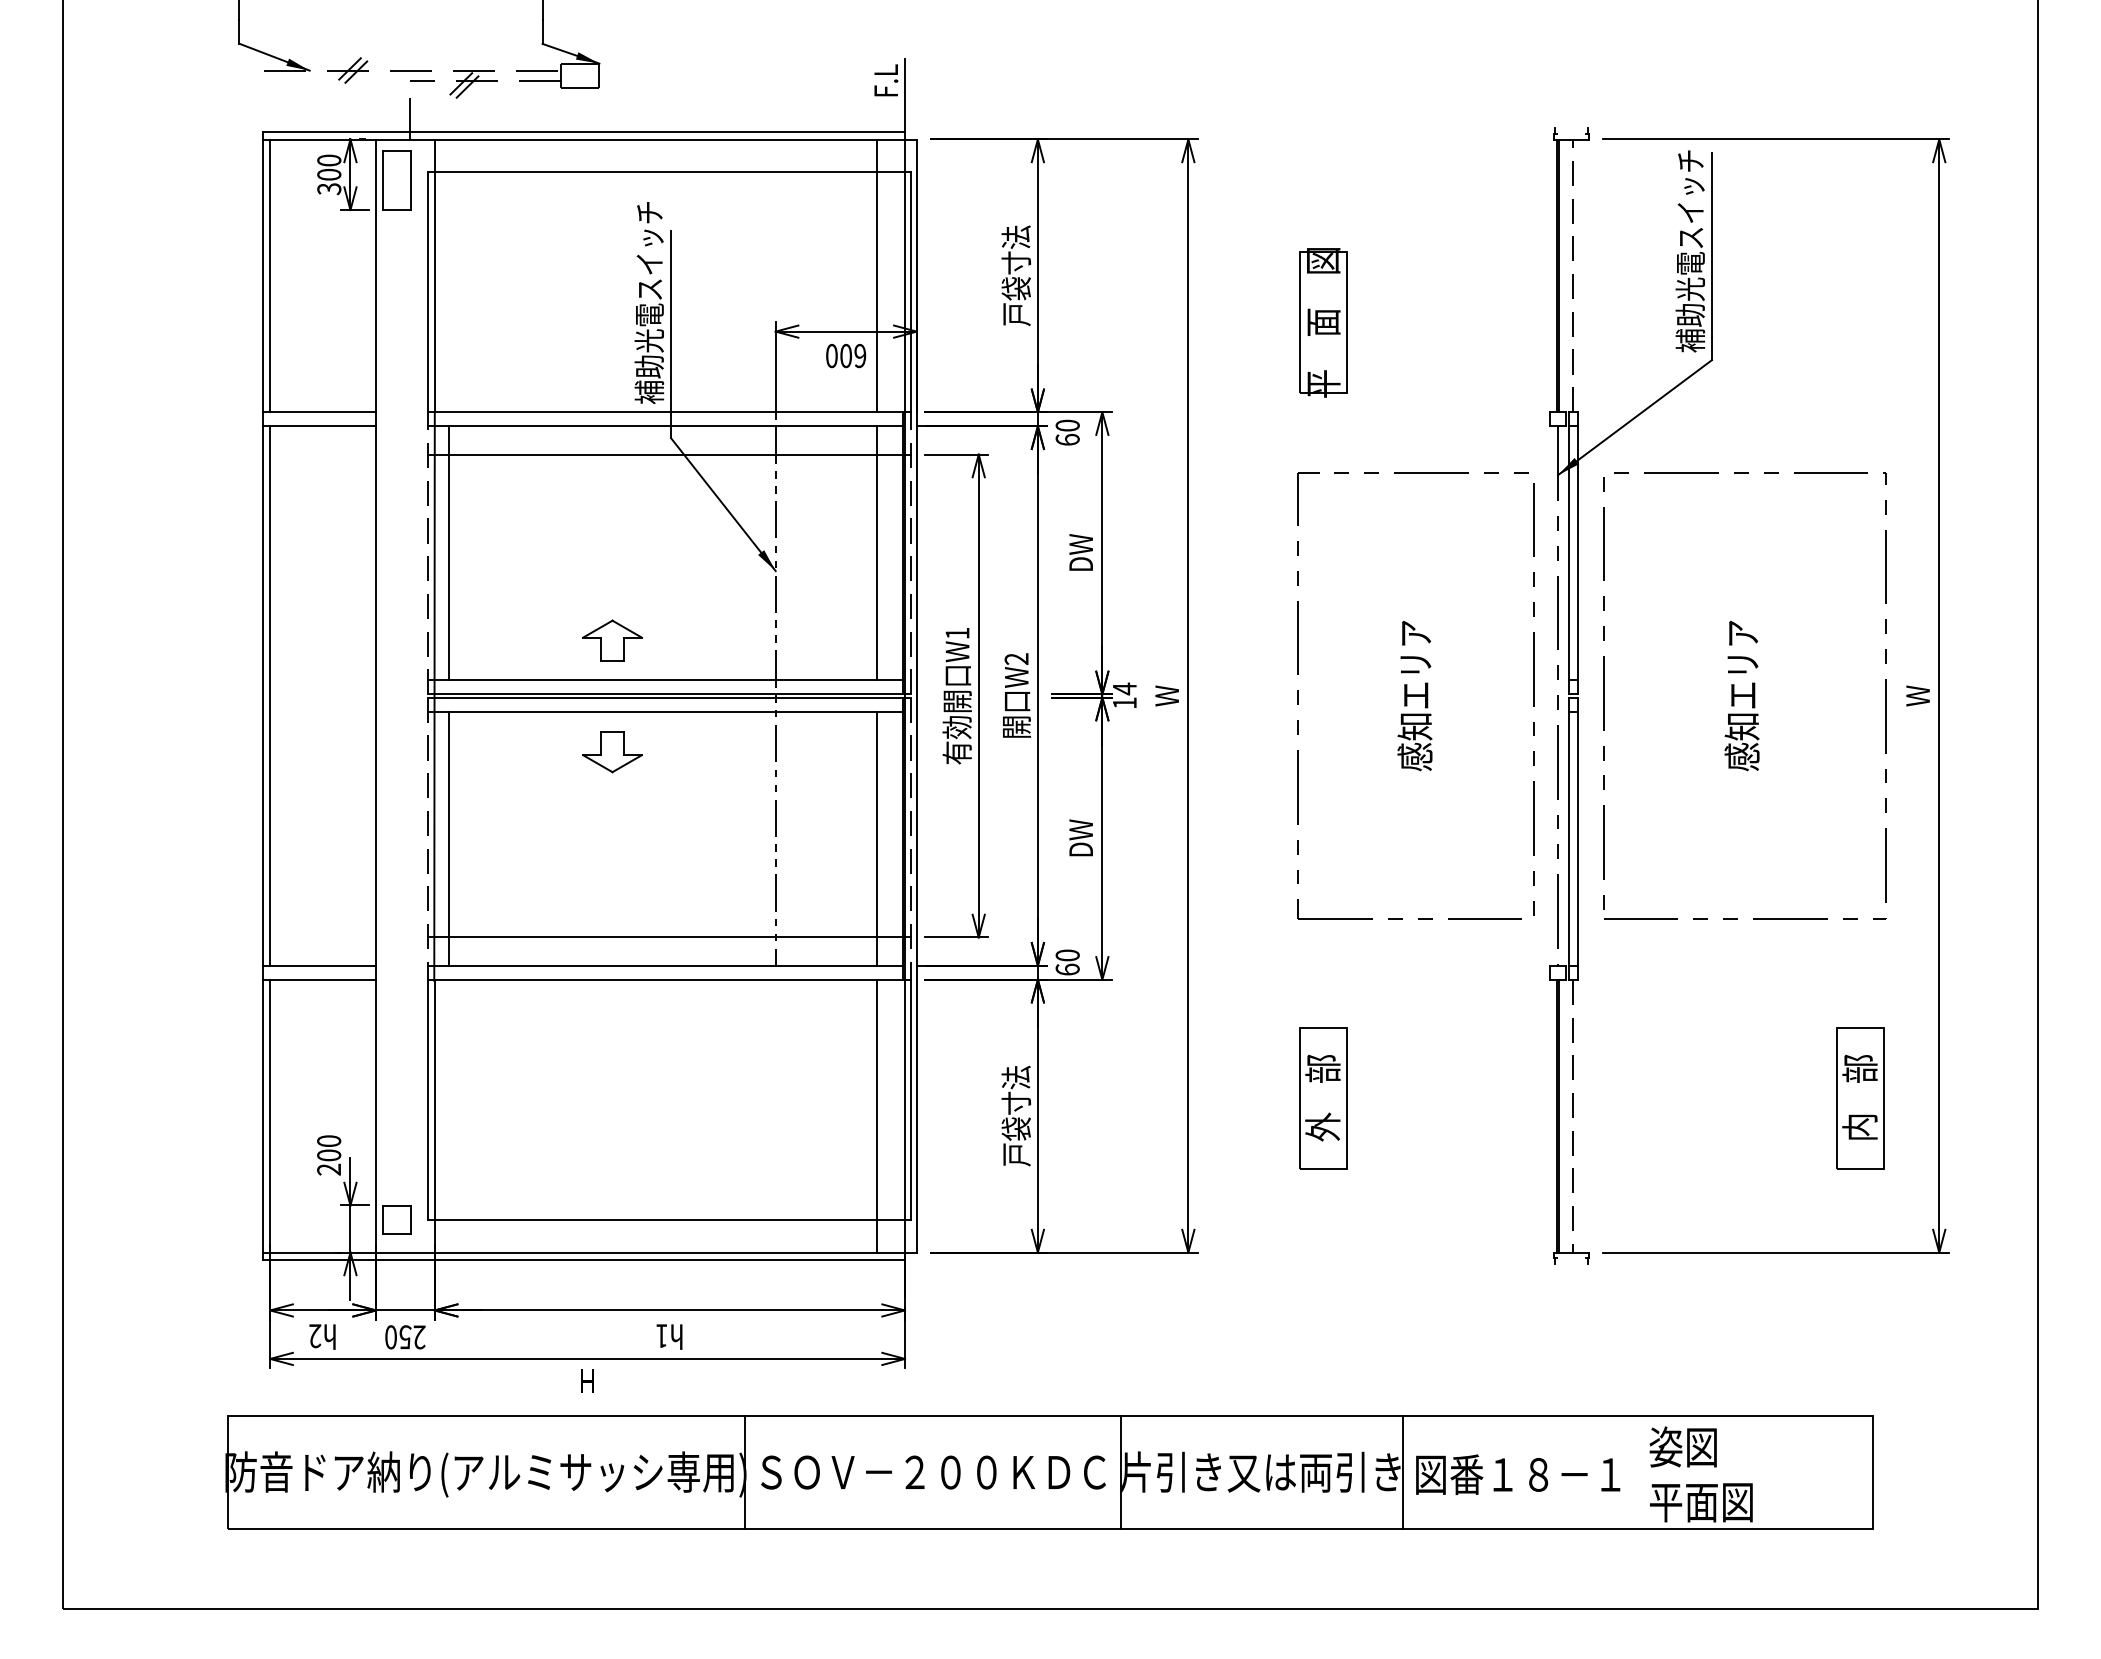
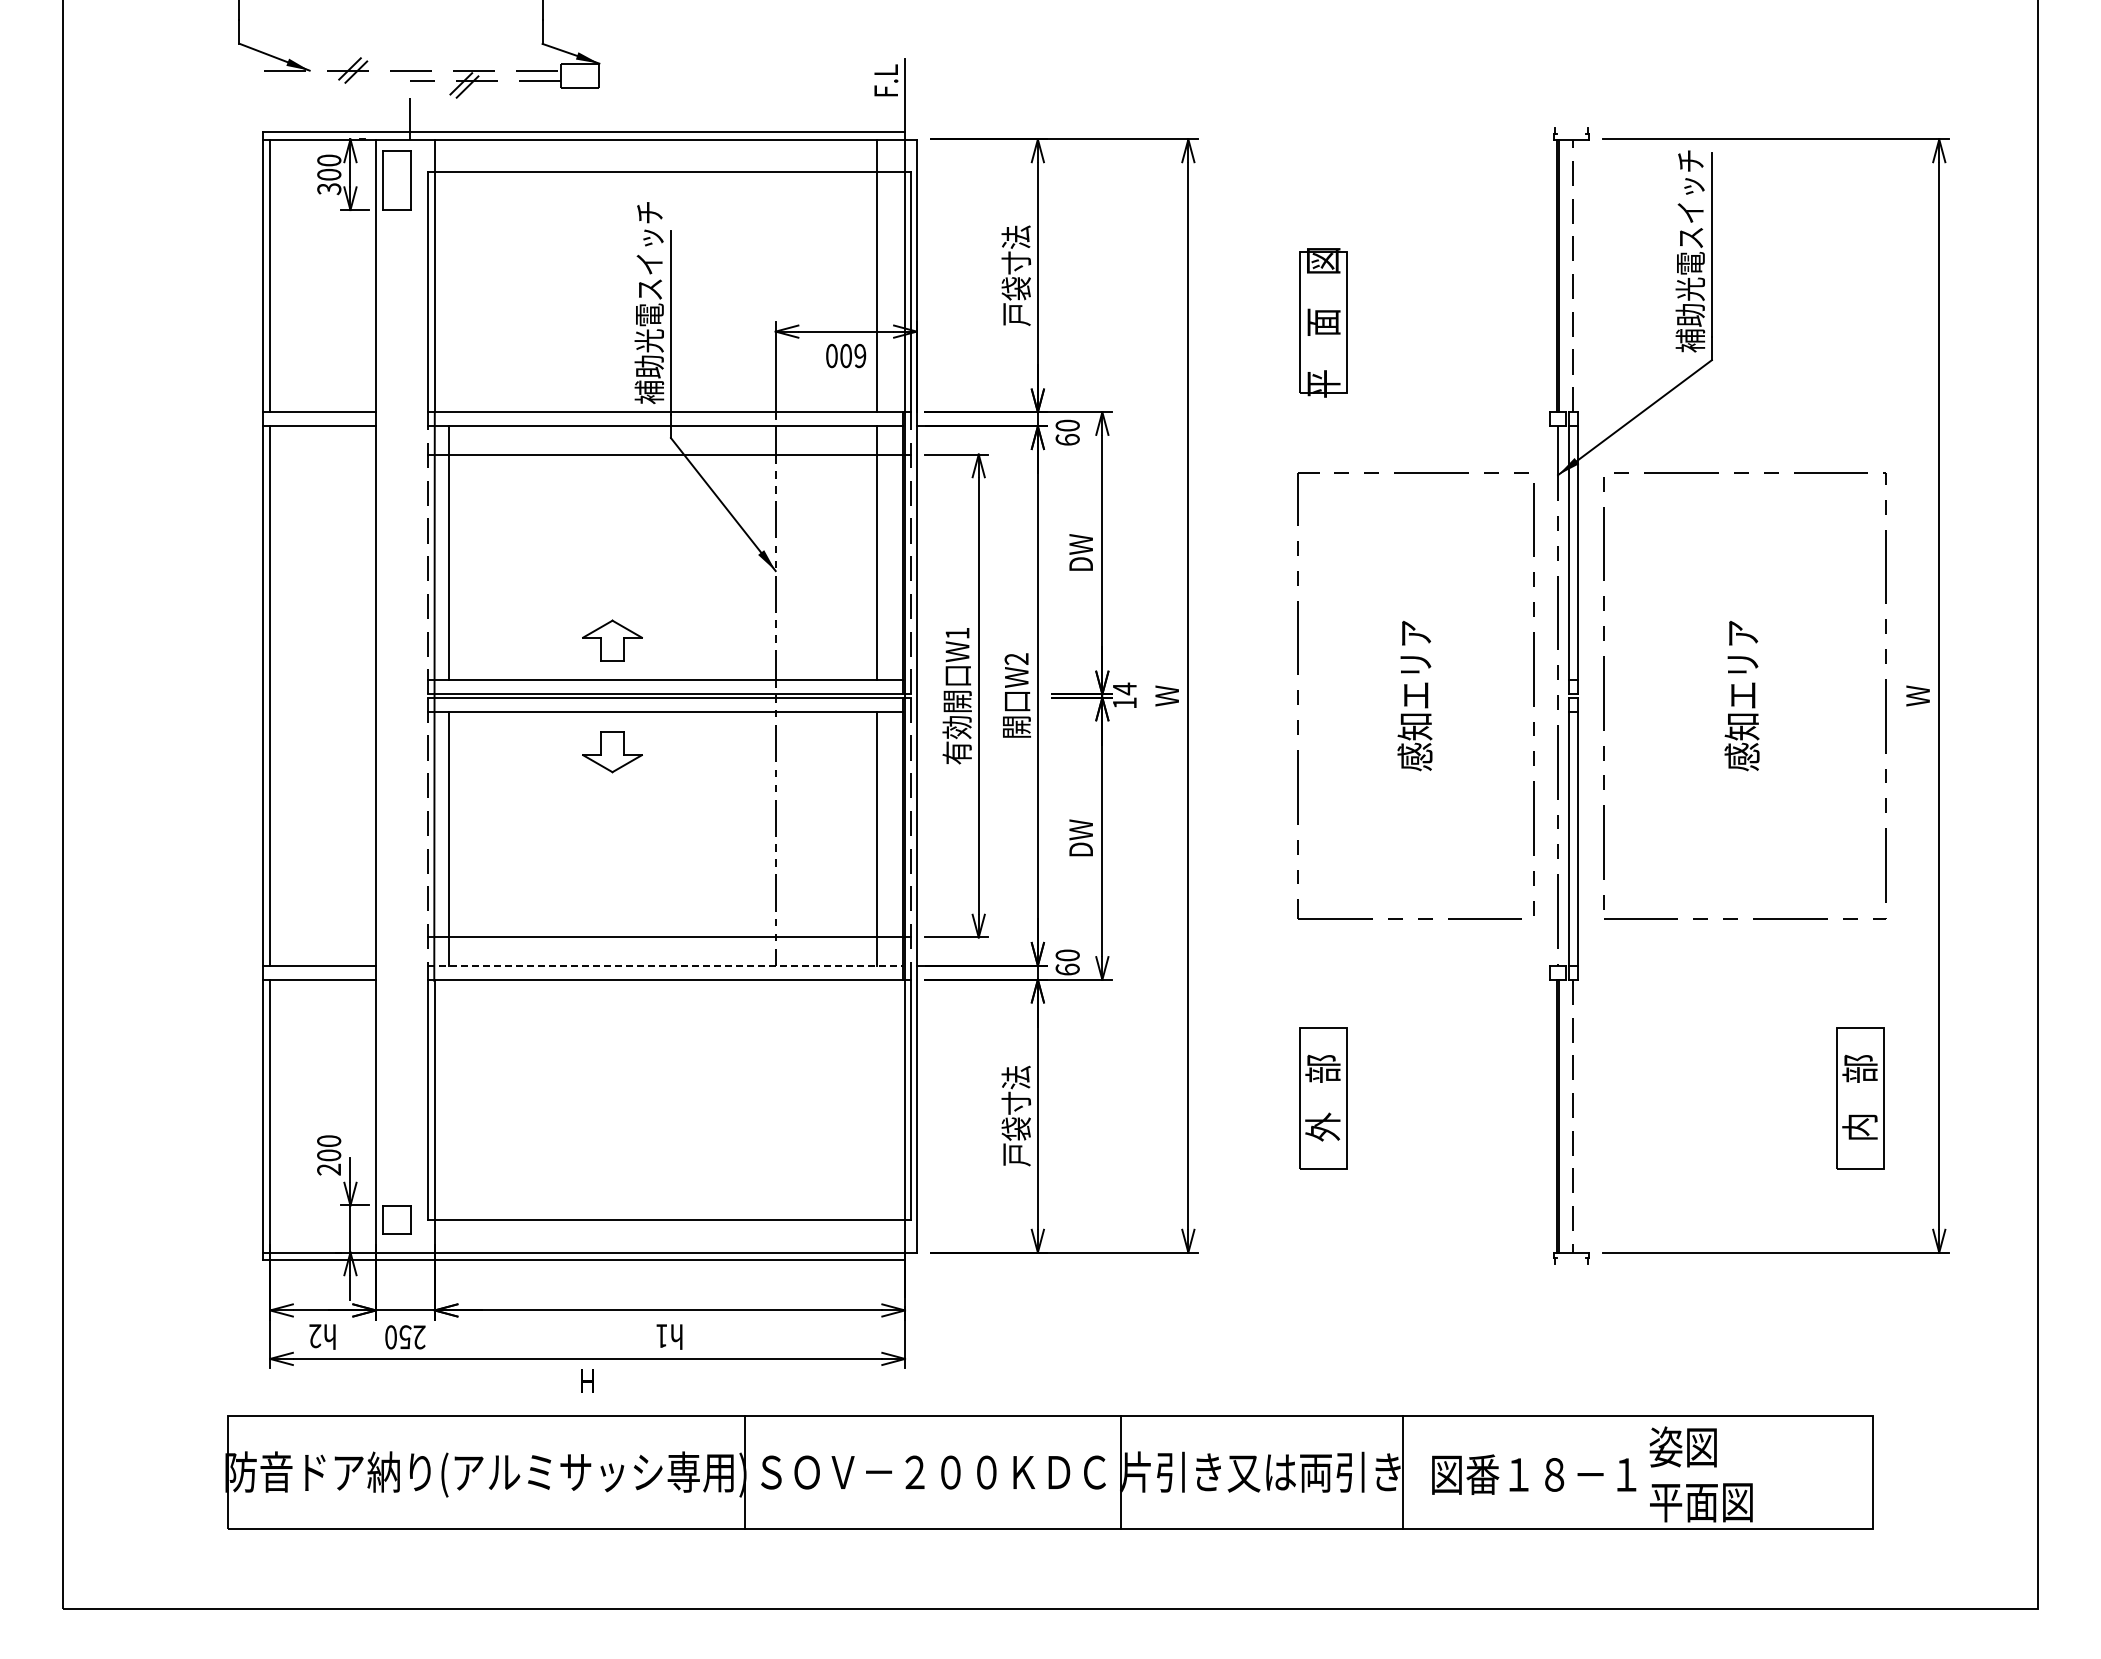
line at (665, 965): solid -> dashed
line at (877, 1115): present -> none
text at (1518, 1474) position: (1518, 1474) -> (1534, 1474)
